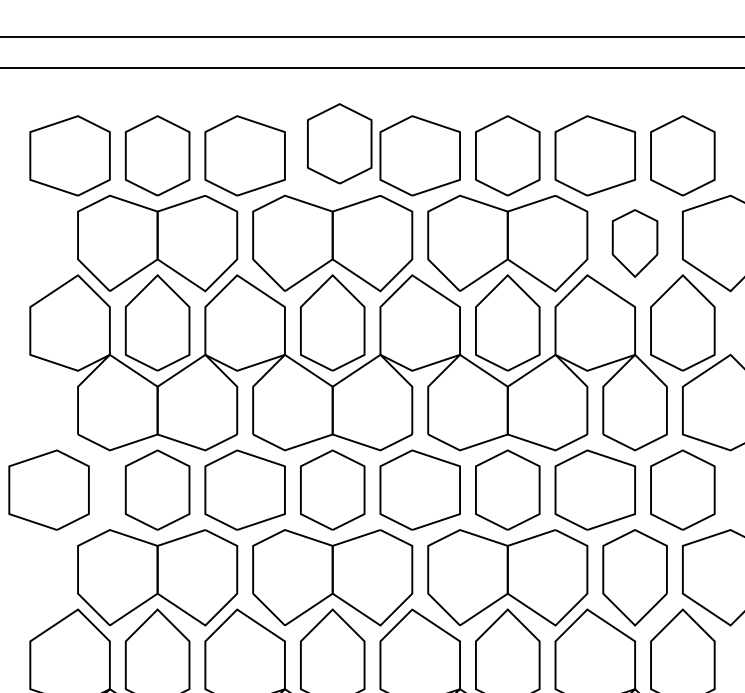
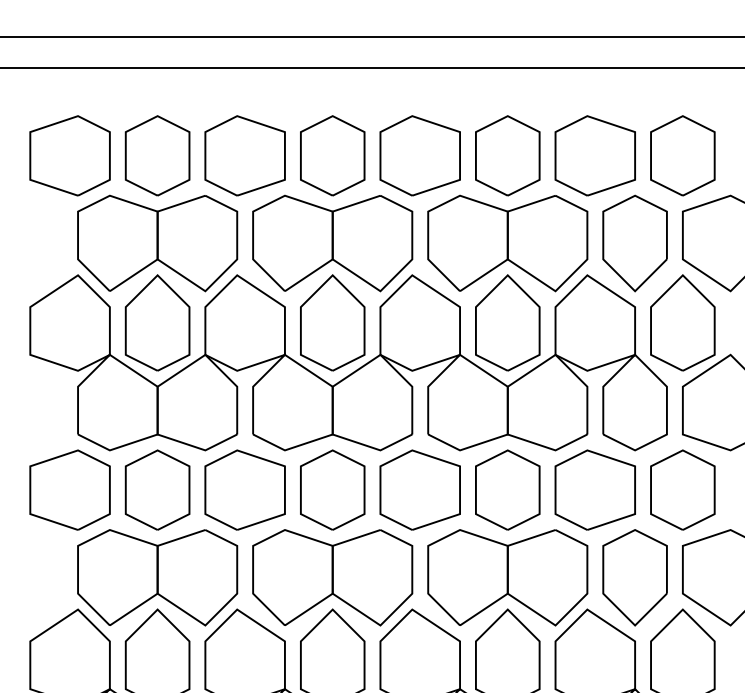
part at (339, 143) position: (339, 143) -> (332, 155)
part at (634, 243) size: 48x69 px -> 66x99 px
part at (48, 489) position: (48, 489) -> (69, 489)
